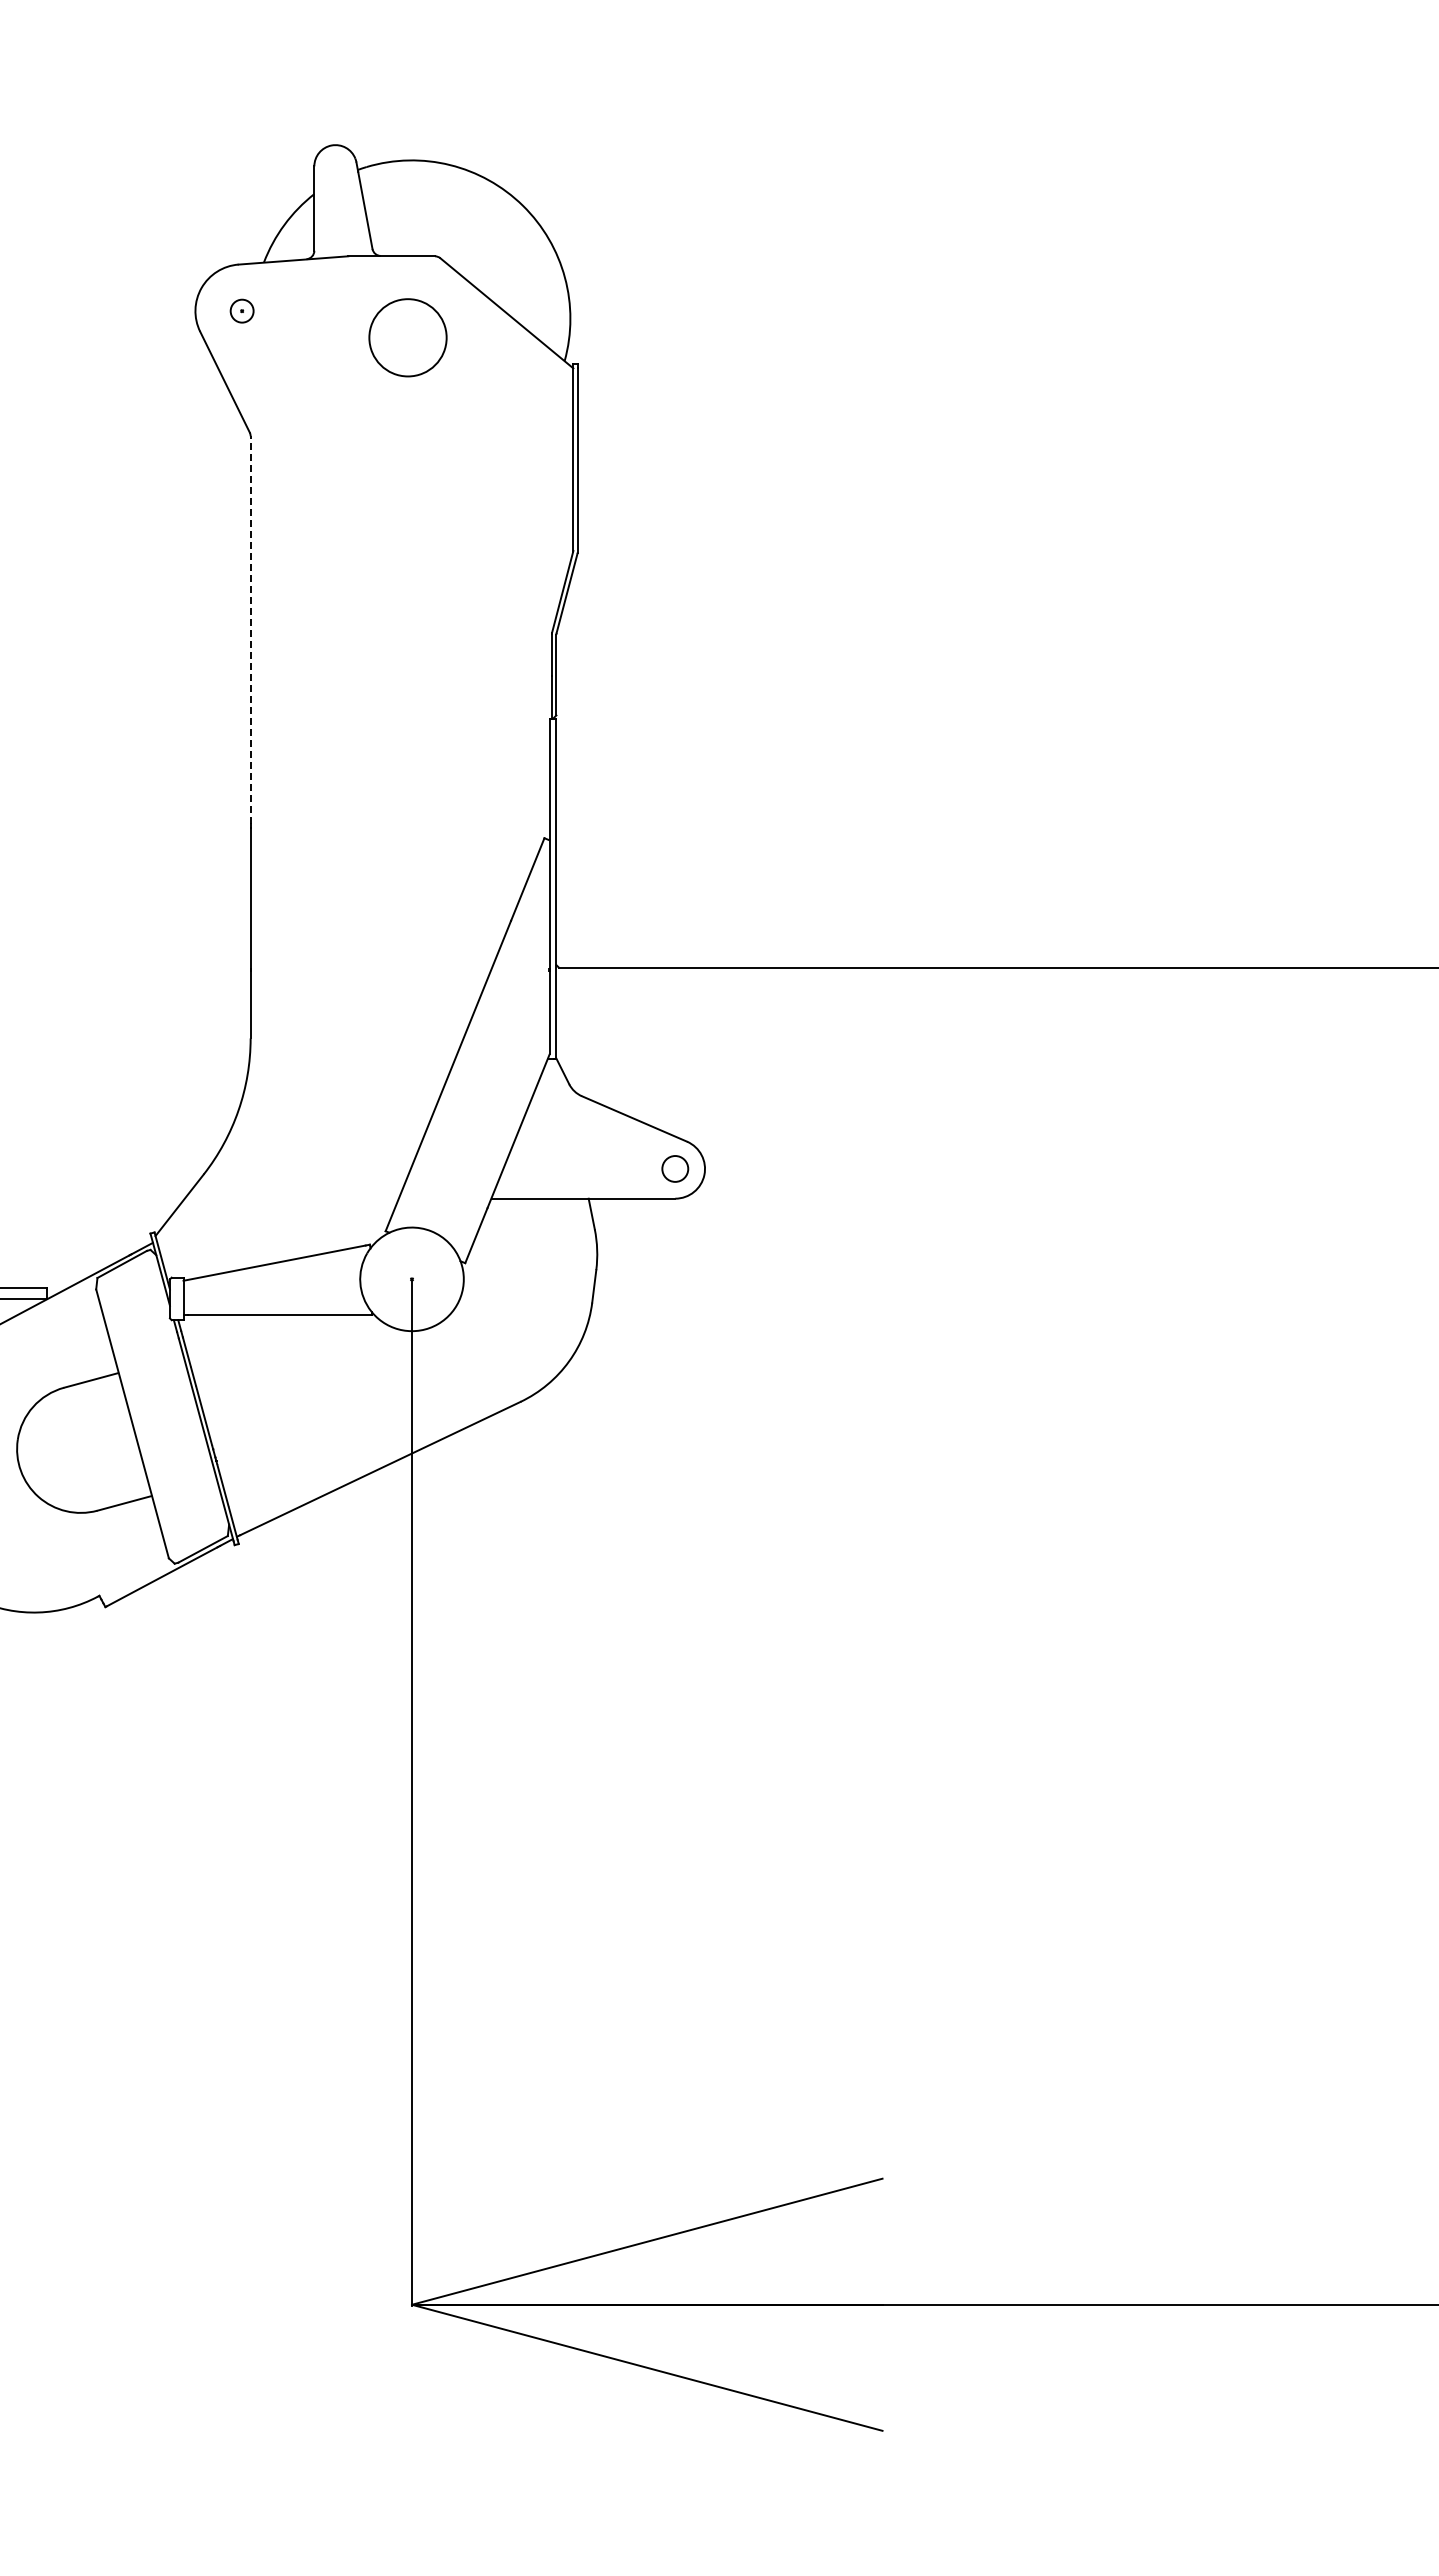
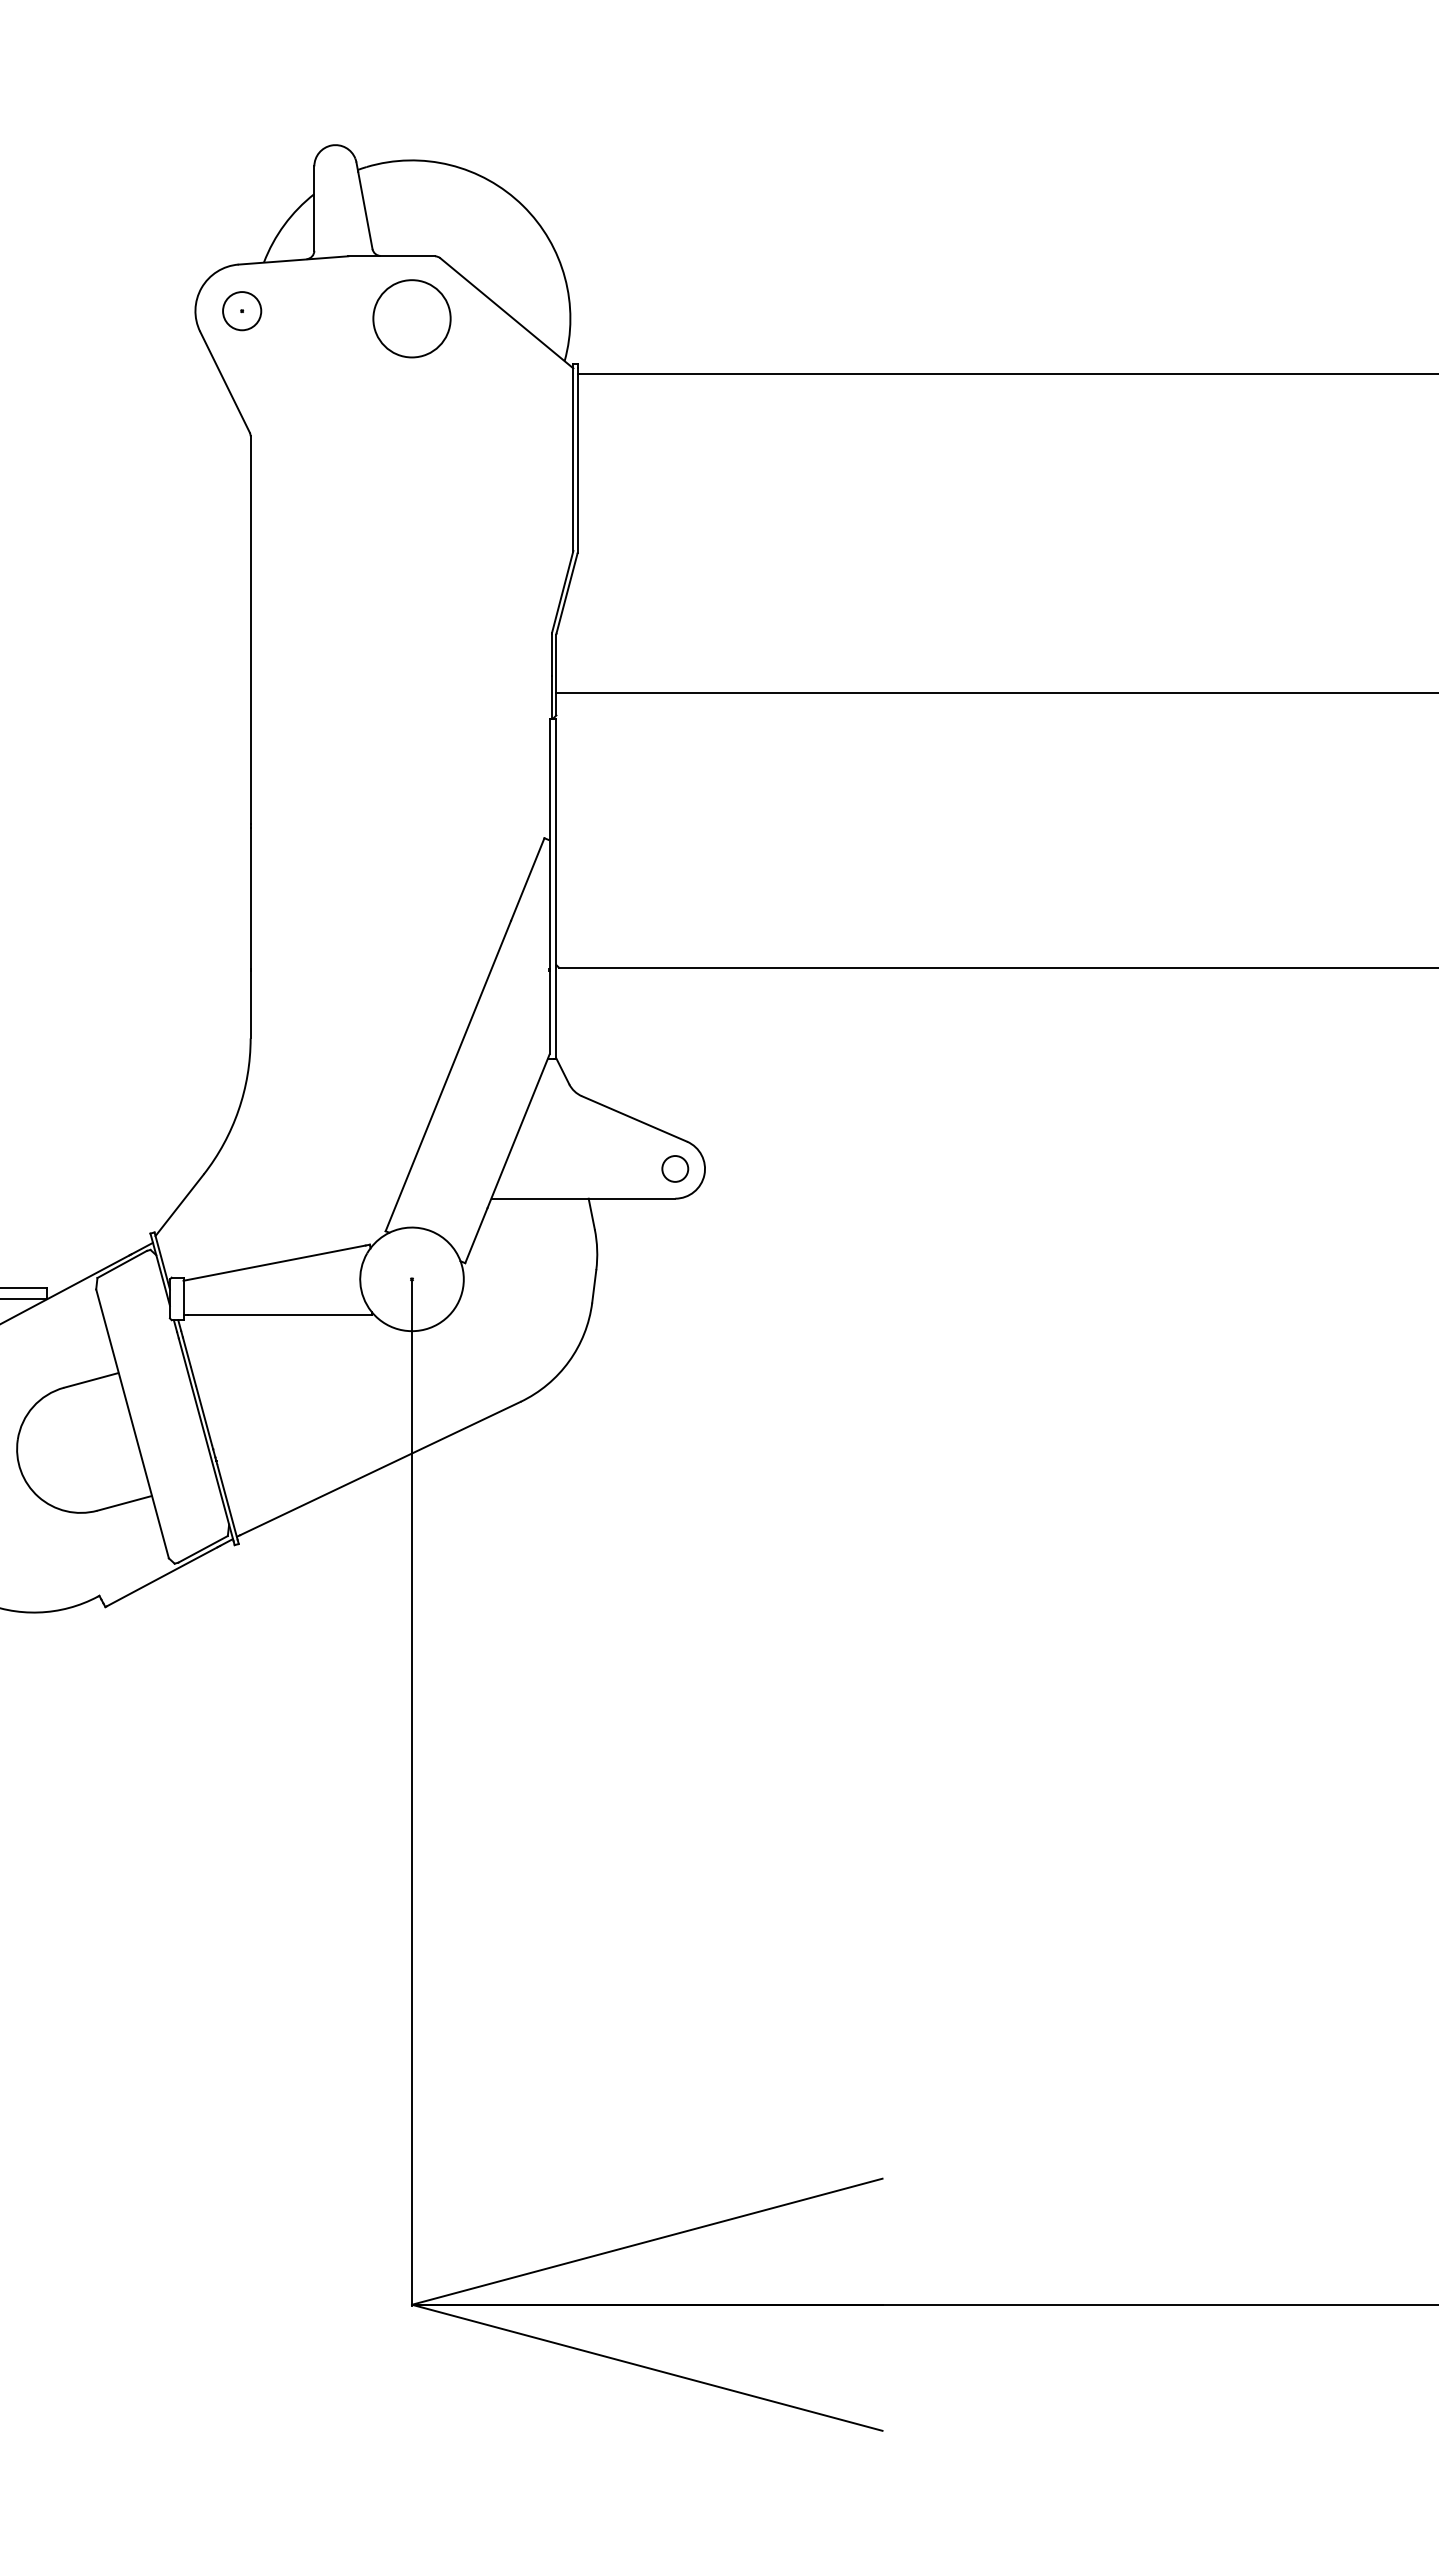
circle at (241, 310) diameter: 23 px -> 38 px
circle at (407, 337) position: (407, 337) -> (411, 318)
line at (1006, 374): none -> present
line at (250, 629): dashed -> solid
line at (995, 693): none -> present
